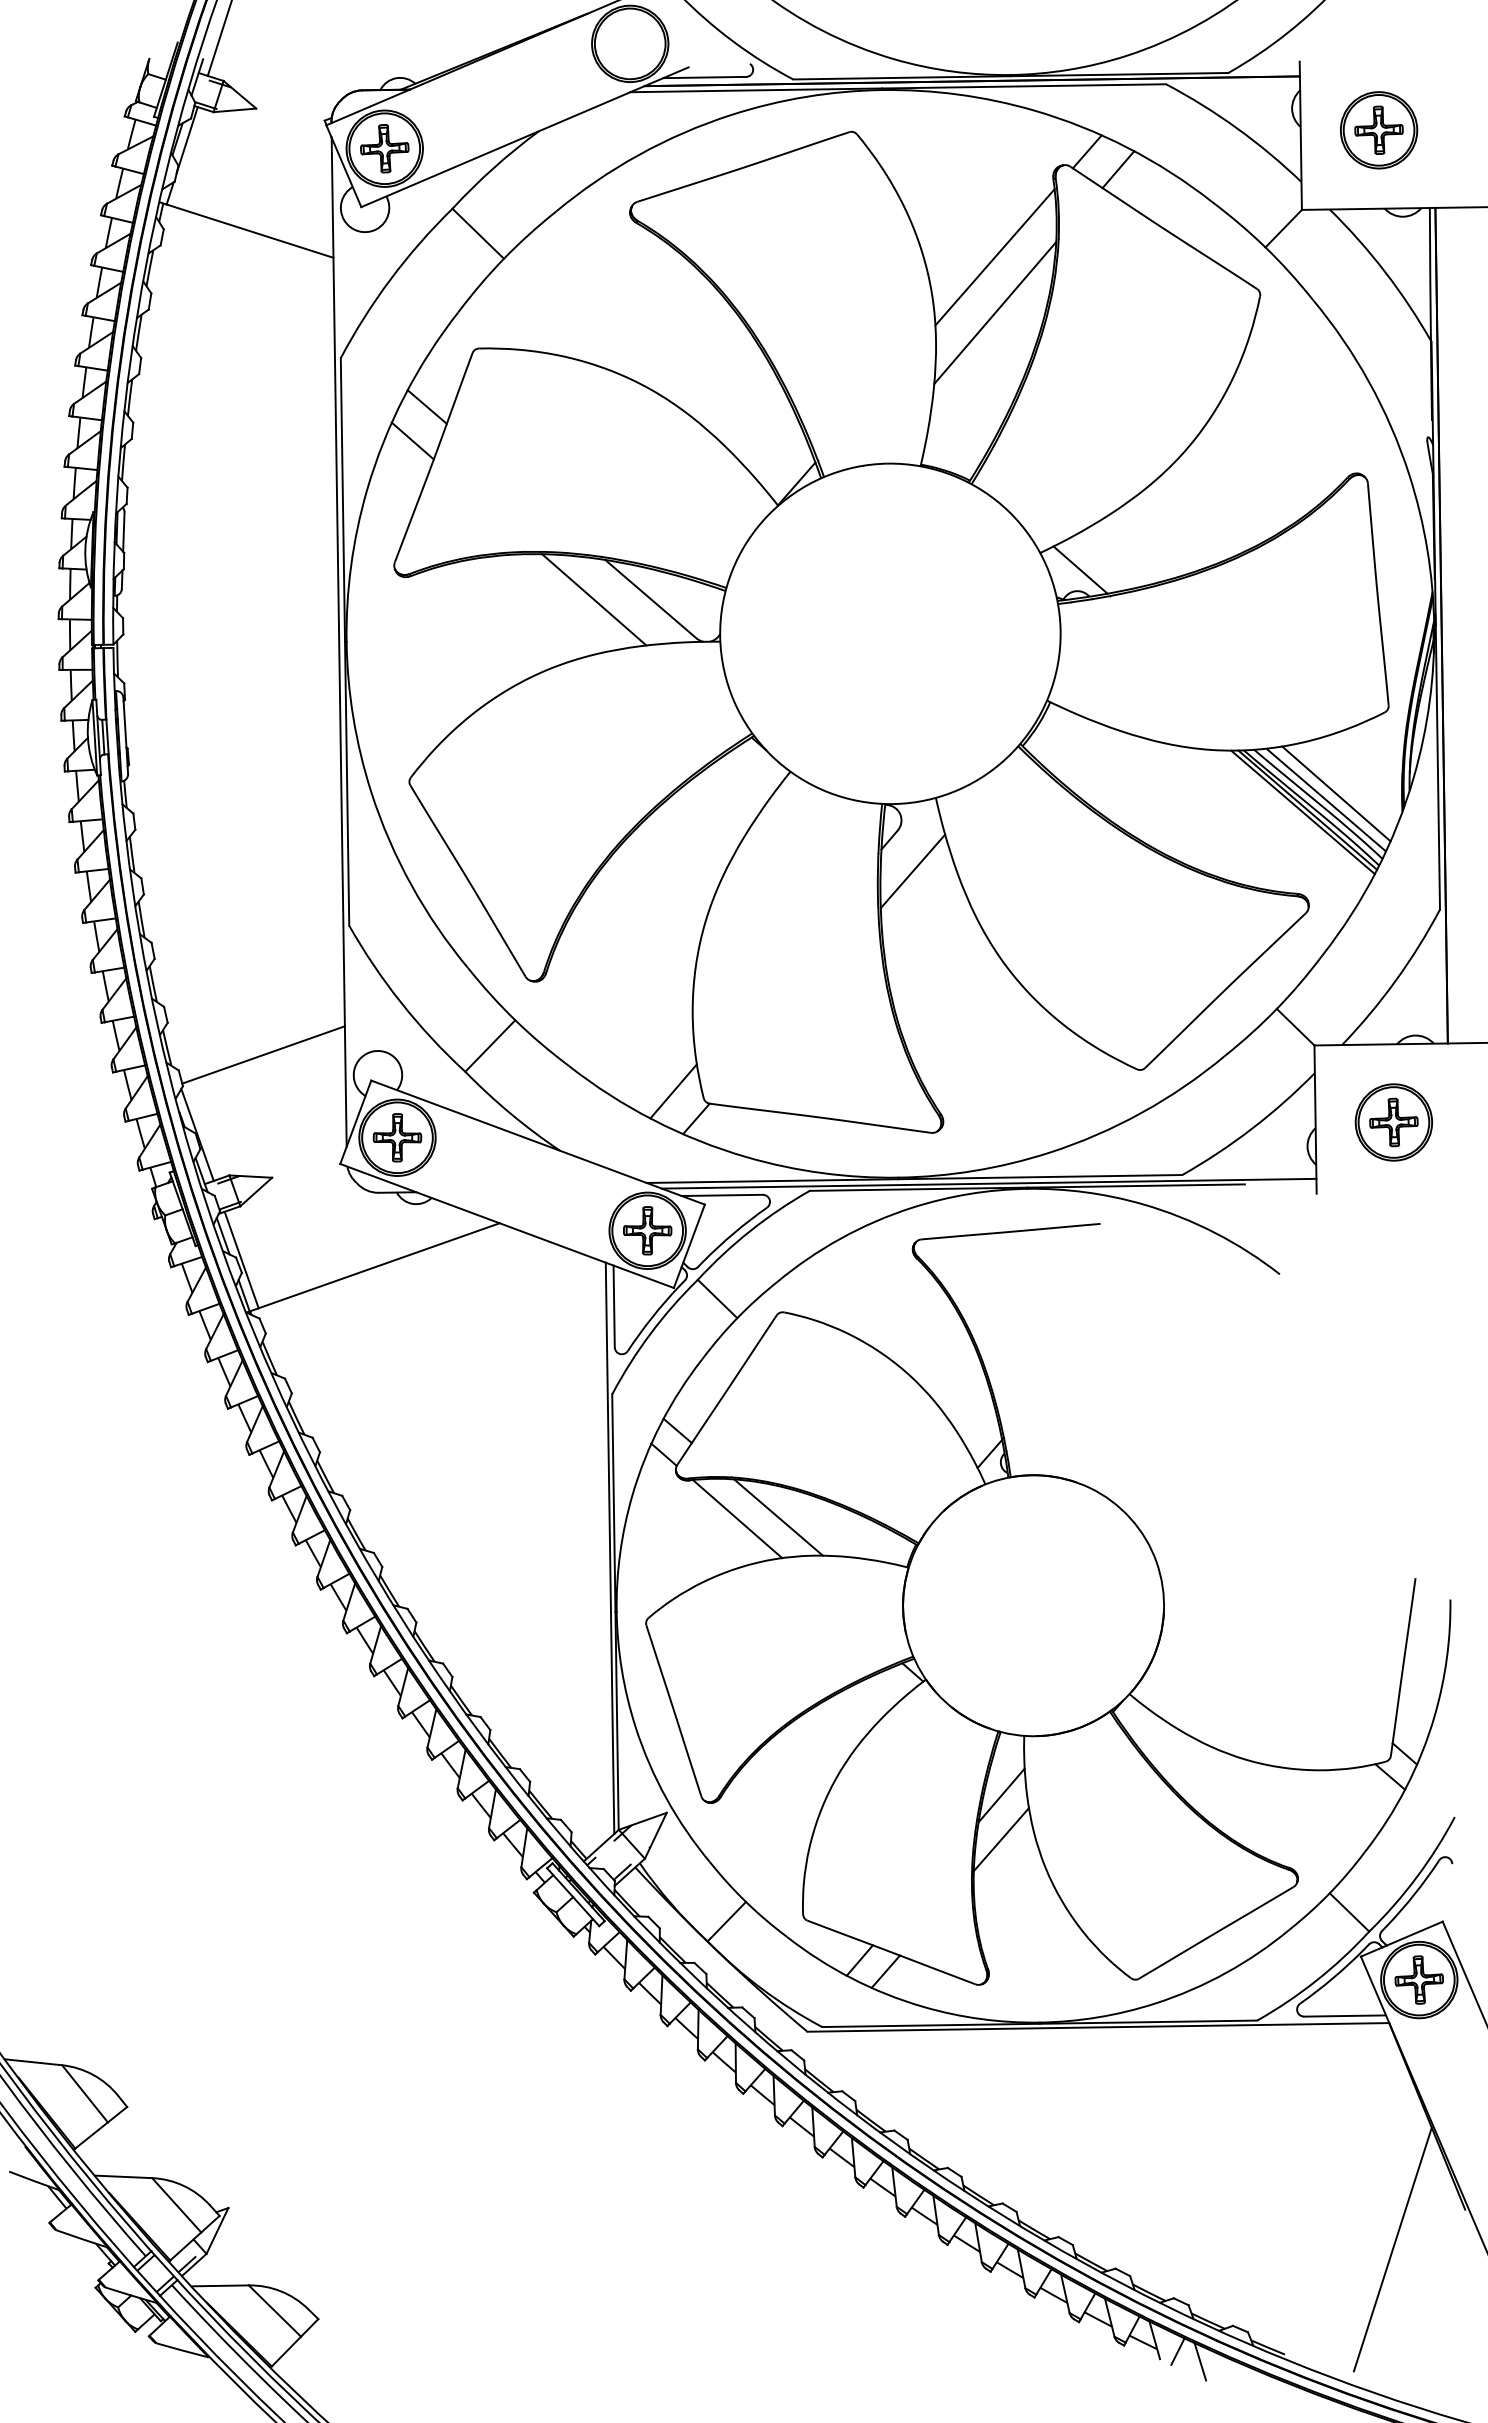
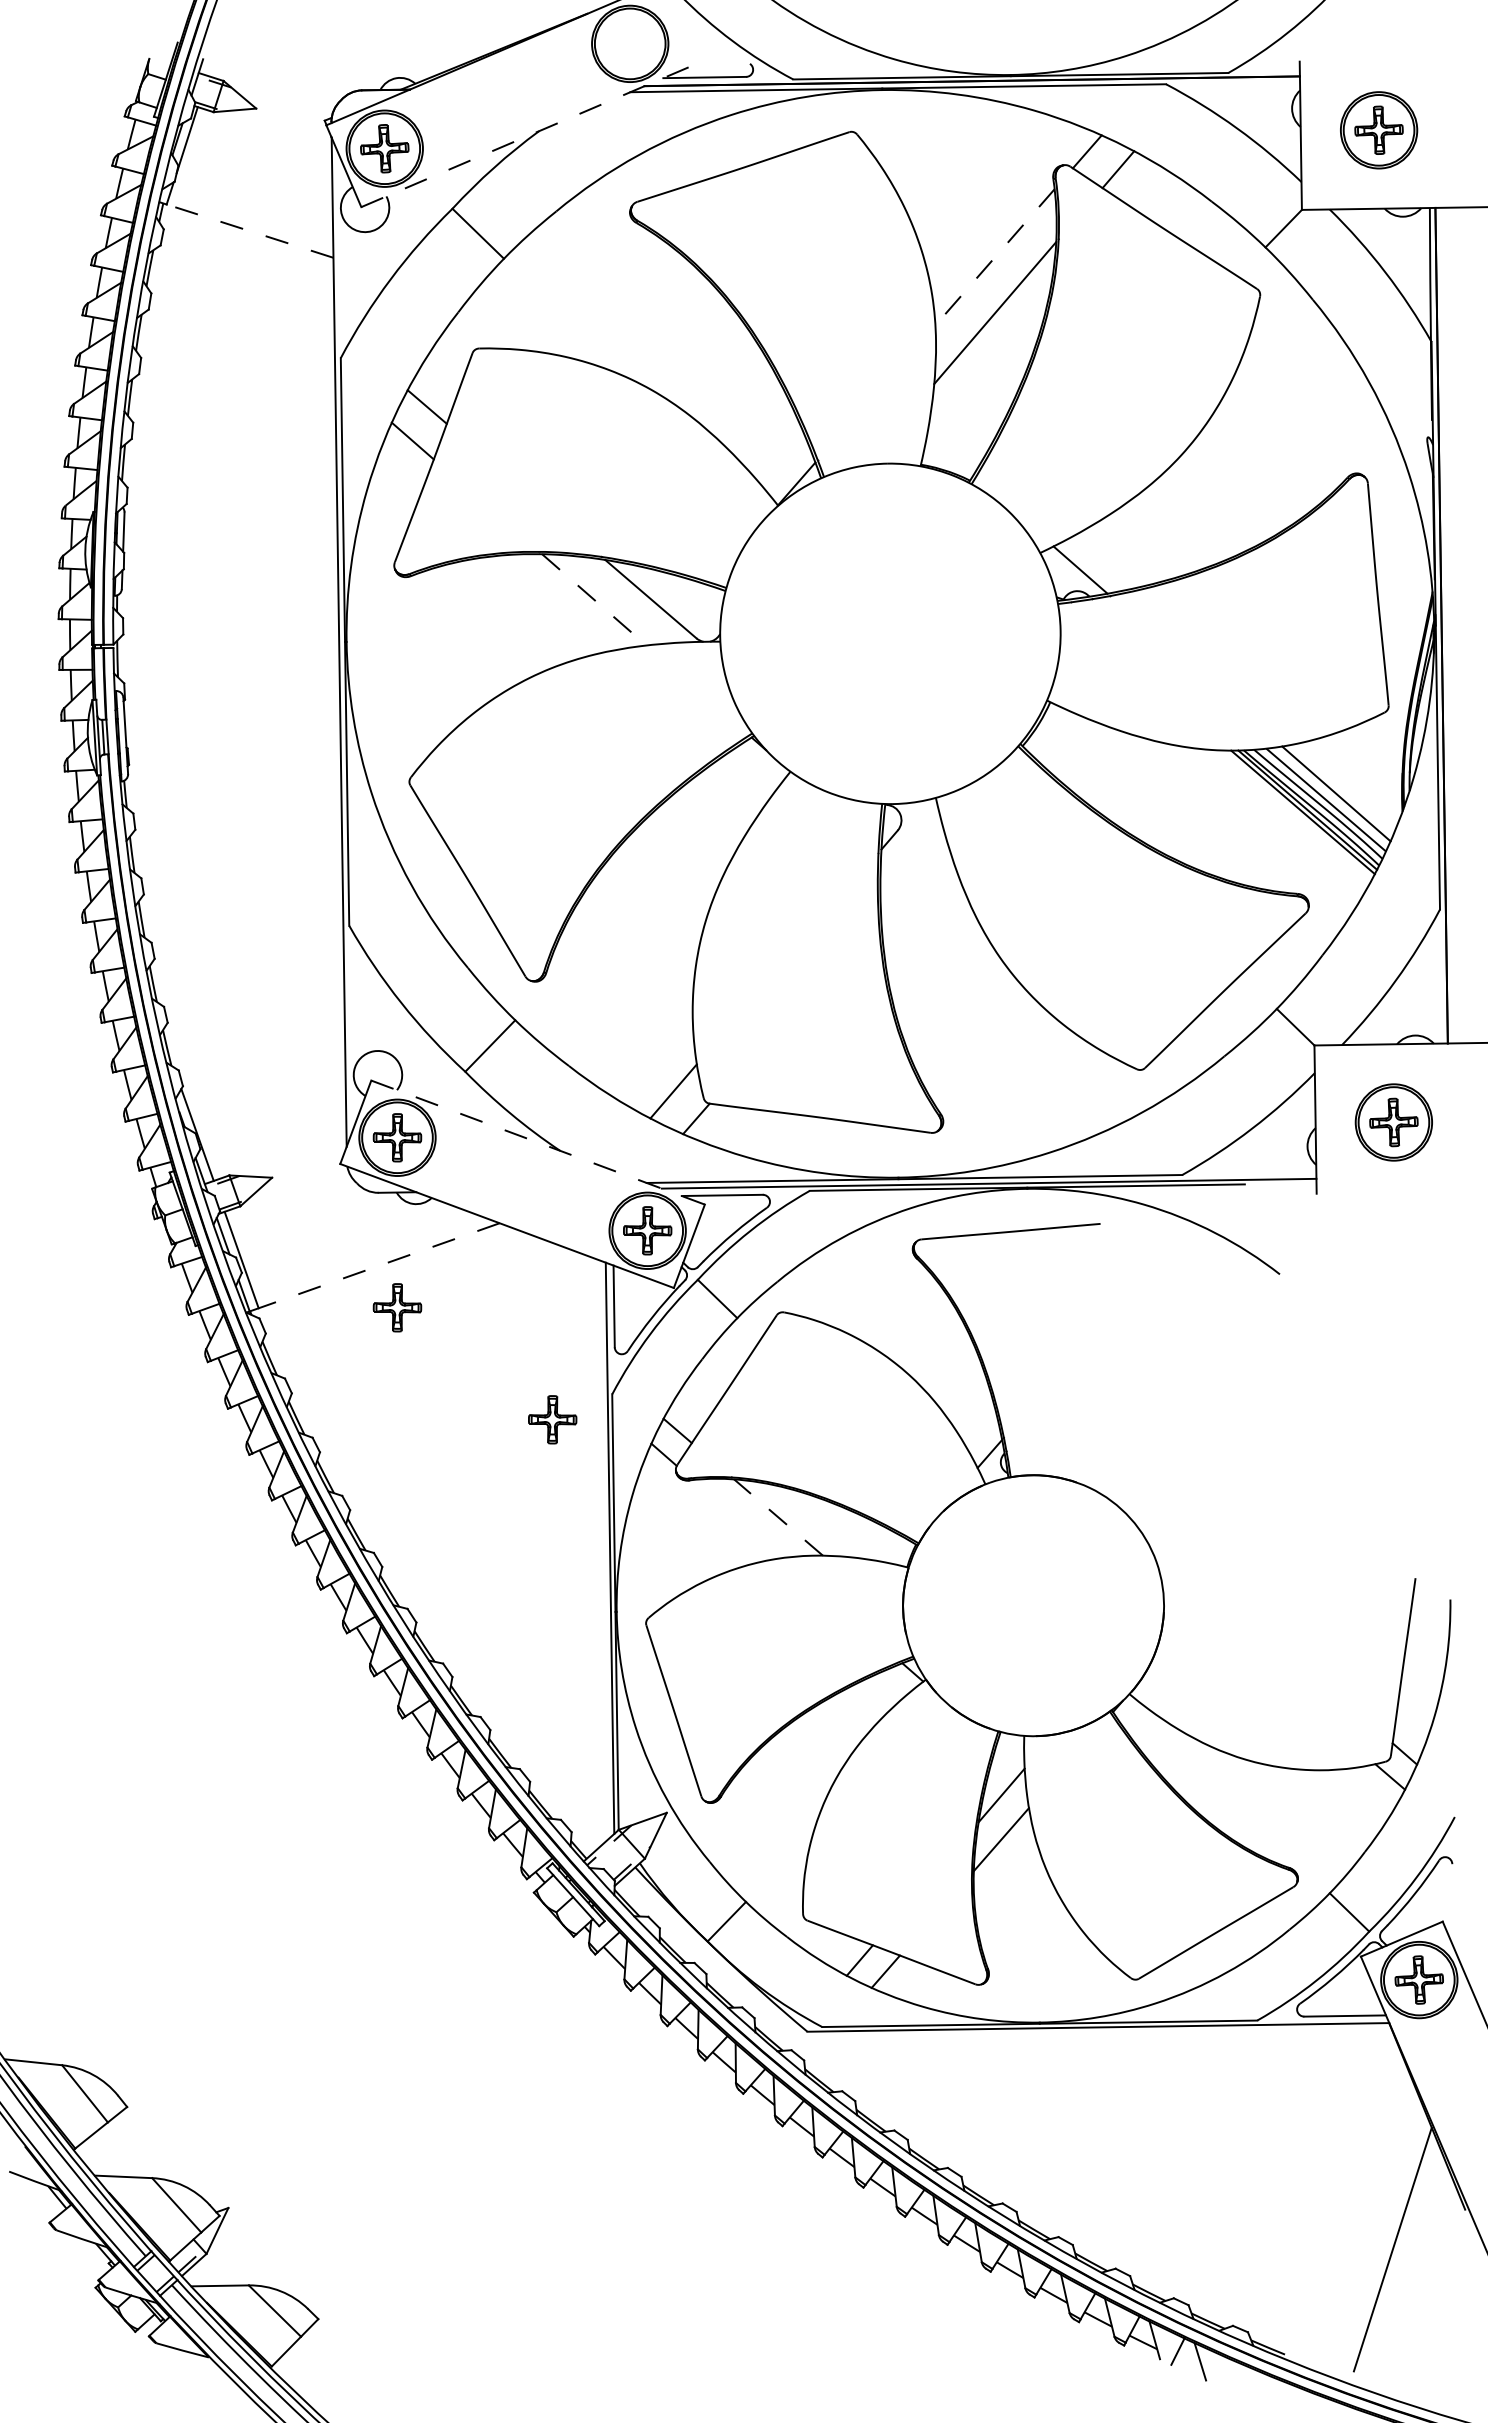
line at (219, 38): present -> none
line at (524, 137): solid -> dashed
line at (250, 231): solid -> dashed
line at (995, 257): solid -> dashed
line at (594, 600): solid -> dashed
line at (912, 871): present -> none
line at (263, 1054): present -> none
line at (538, 1142): solid -> dashed
line at (379, 1265): solid -> dashed
part at (397, 1307): none -> present
part at (552, 1419): none -> present
line at (778, 1517): solid -> dashed
line at (737, 1519): present -> none
